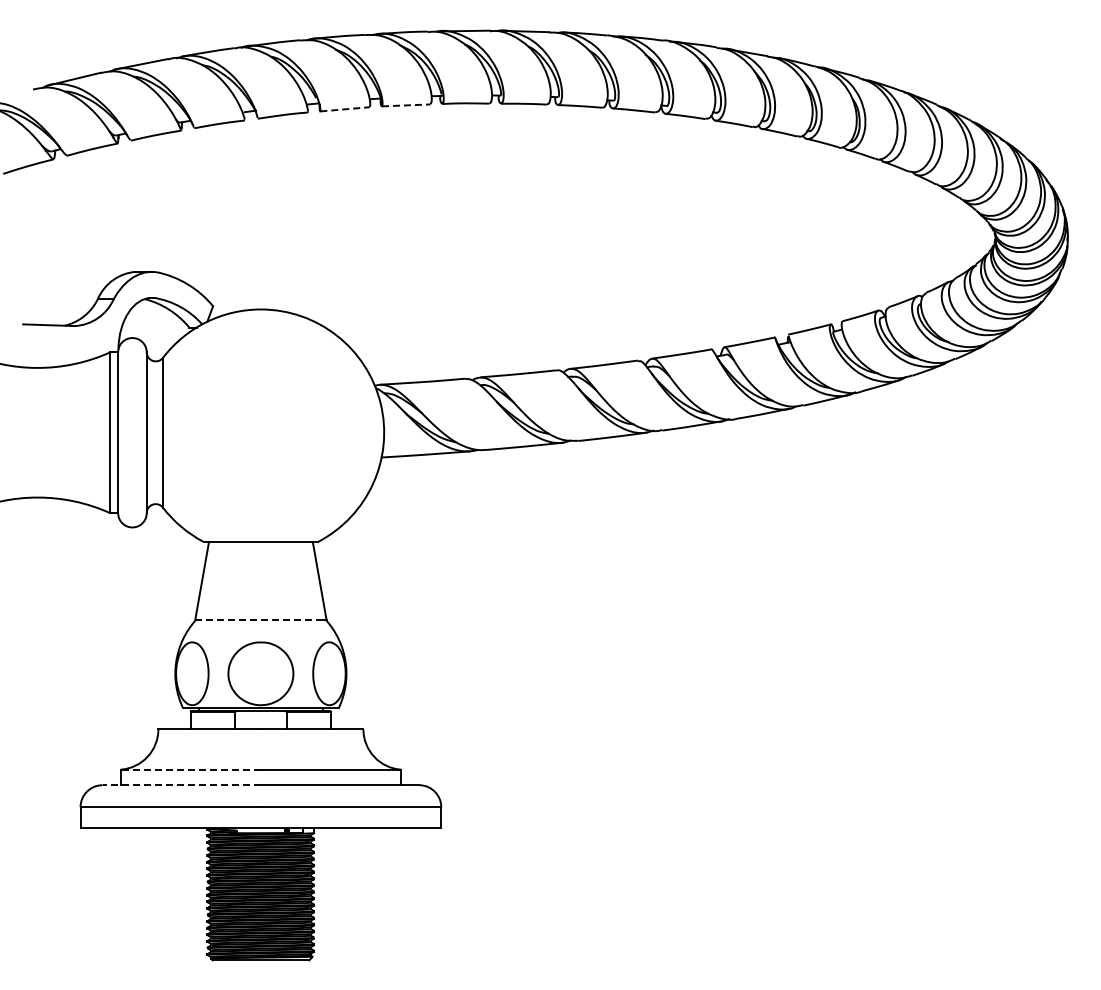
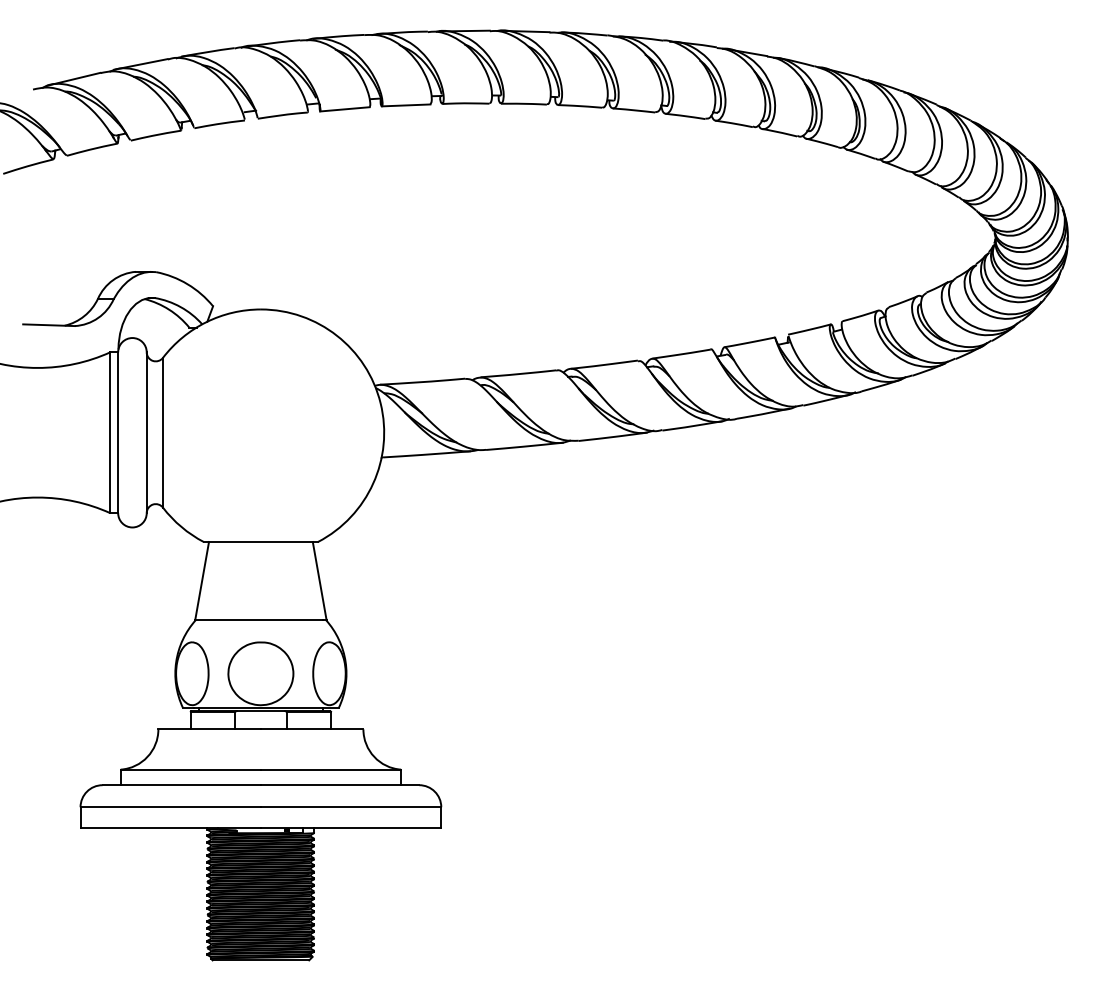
line at (406, 105): dashed -> solid
line at (345, 109): dashed -> solid
line at (258, 619): dashed -> solid
line at (190, 769): dashed -> solid
line at (181, 785): dashed -> solid
